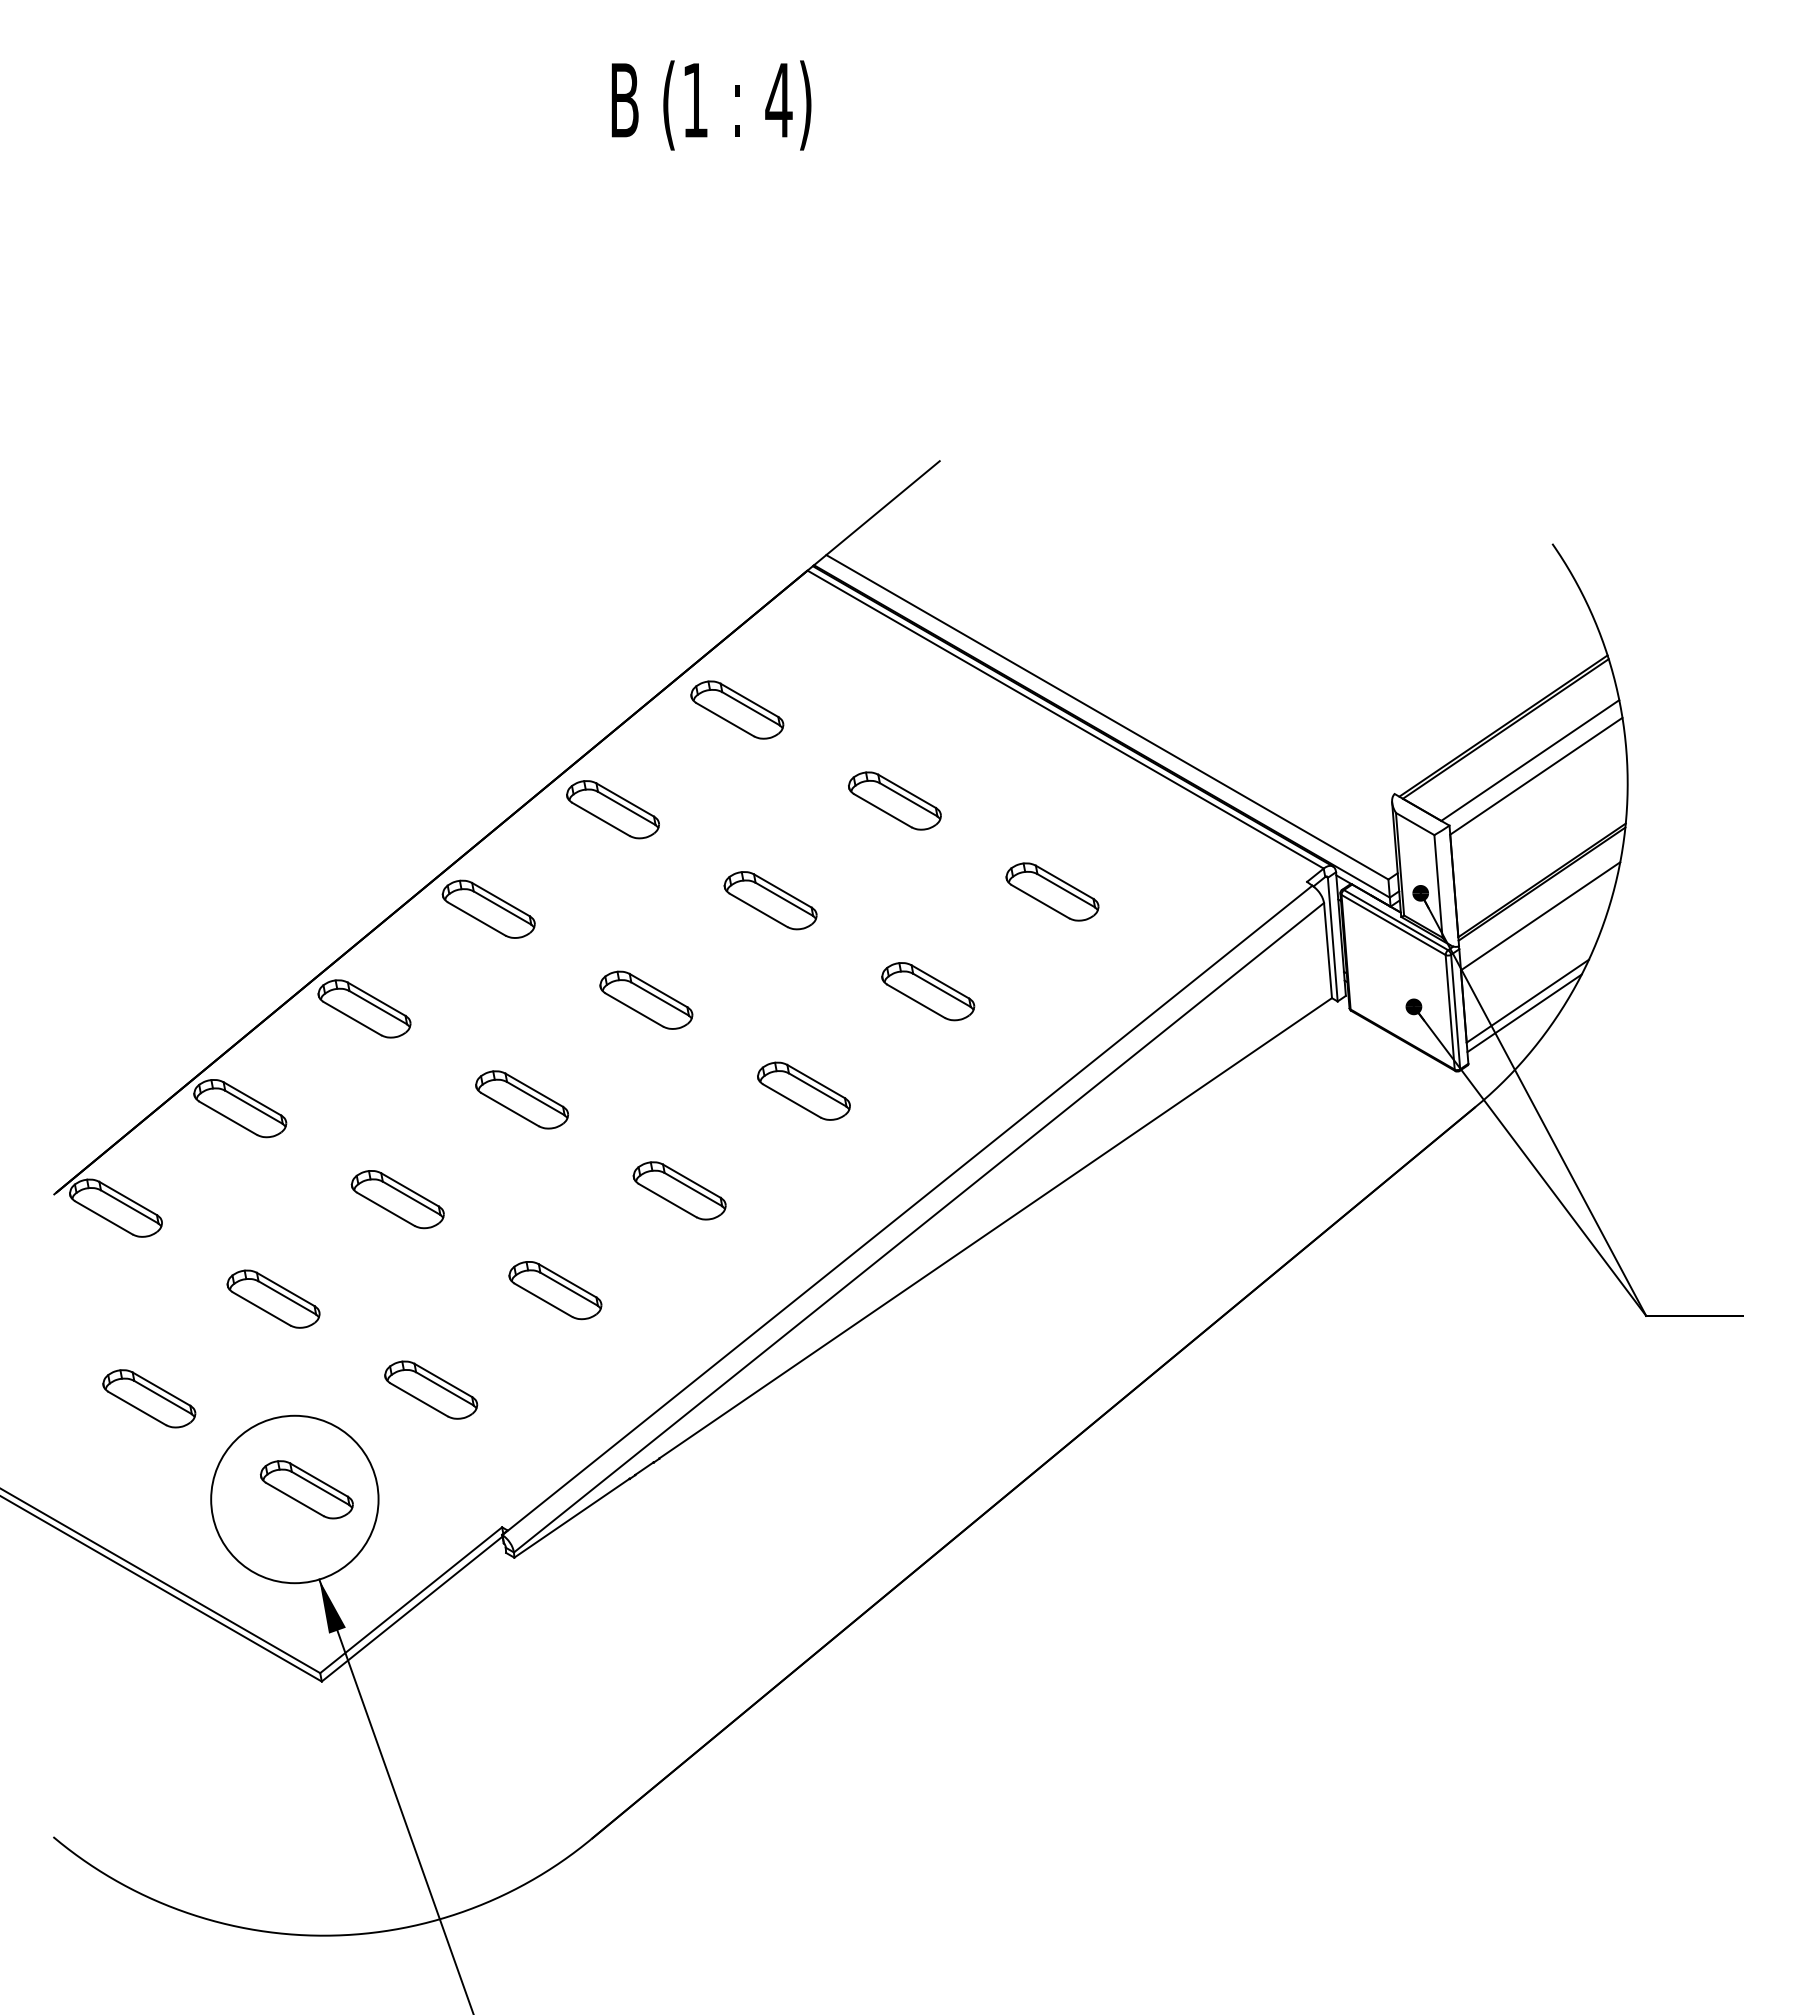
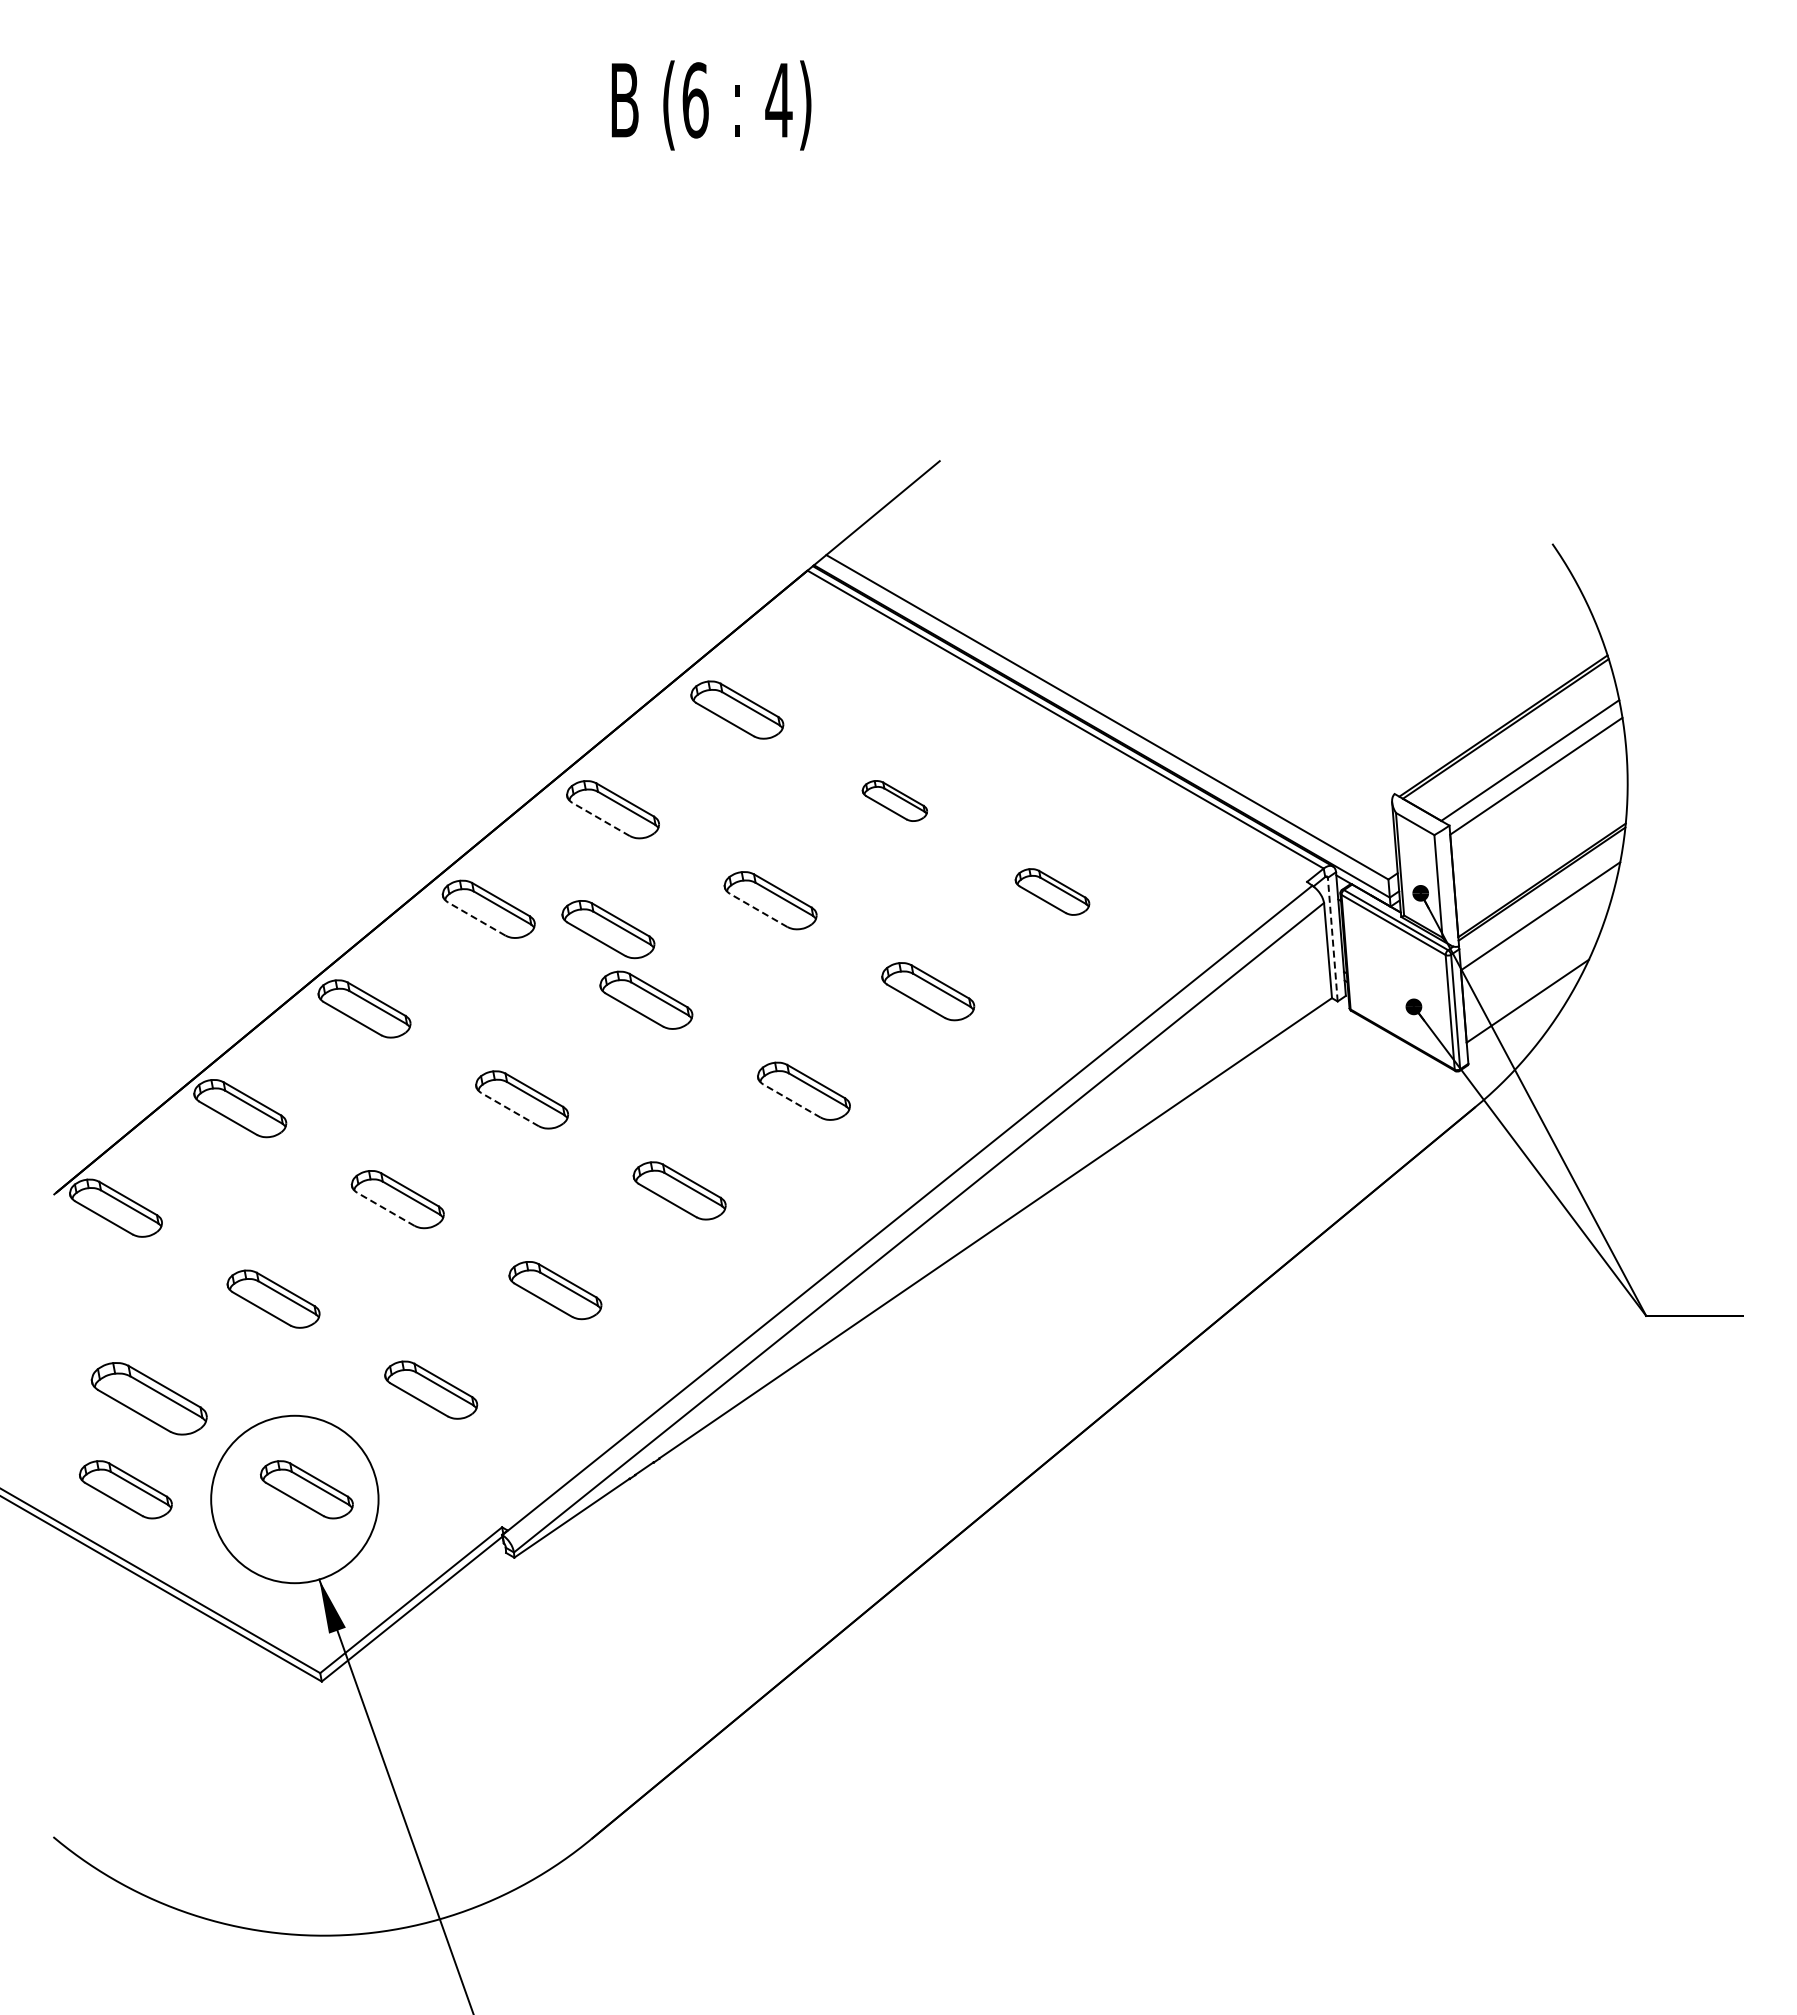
text at (695, 100): (1 -> (6
part at (894, 800) size: 94x60 px -> 67x42 px
line at (600, 819): solid -> dashed
part at (1052, 891) size: 95x60 px -> 77x48 px
line at (758, 910): solid -> dashed
line at (476, 918): solid -> dashed
part at (608, 929): none -> present
line at (1332, 939): solid -> dashed
line at (1524, 1013): present -> none
line at (791, 1100): solid -> dashed
line at (509, 1109): solid -> dashed
line at (385, 1209): solid -> dashed
part at (149, 1398) size: 95x60 px -> 118x74 px
part at (125, 1489): none -> present
